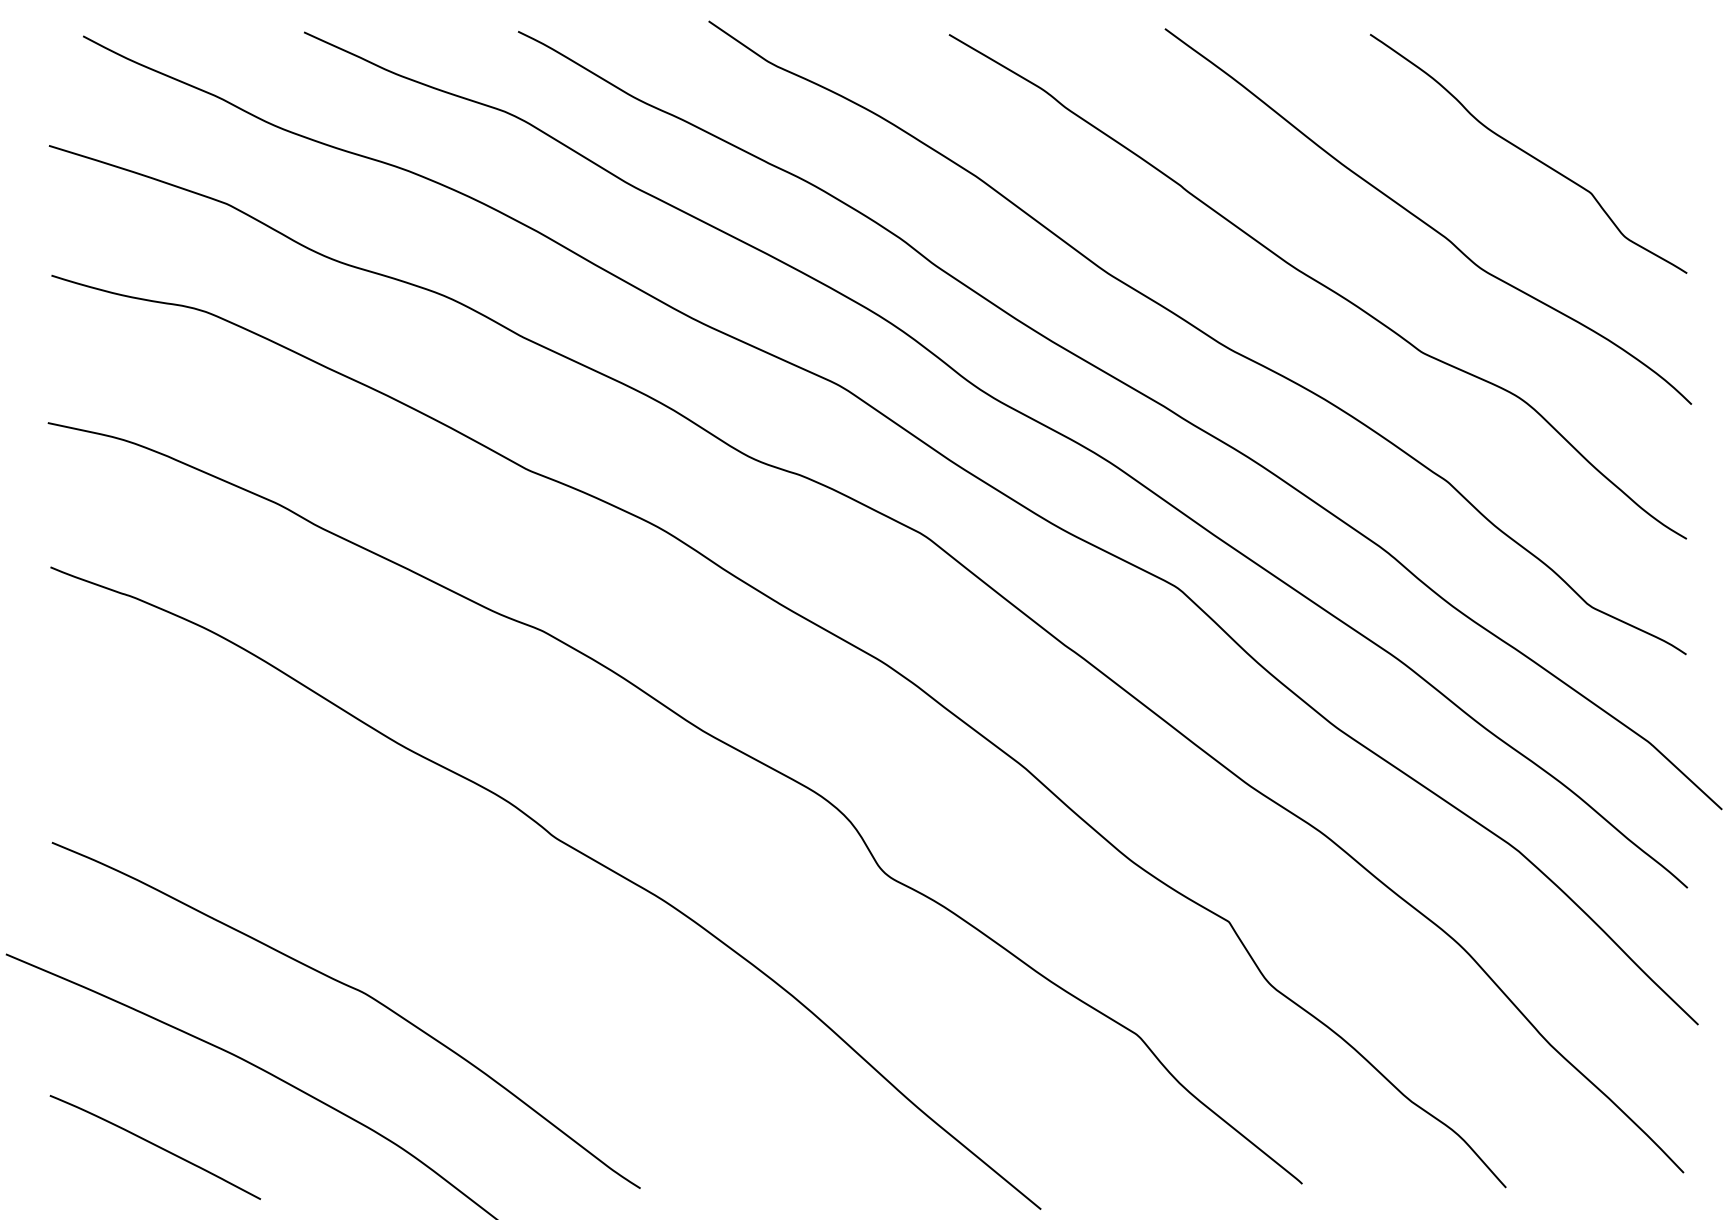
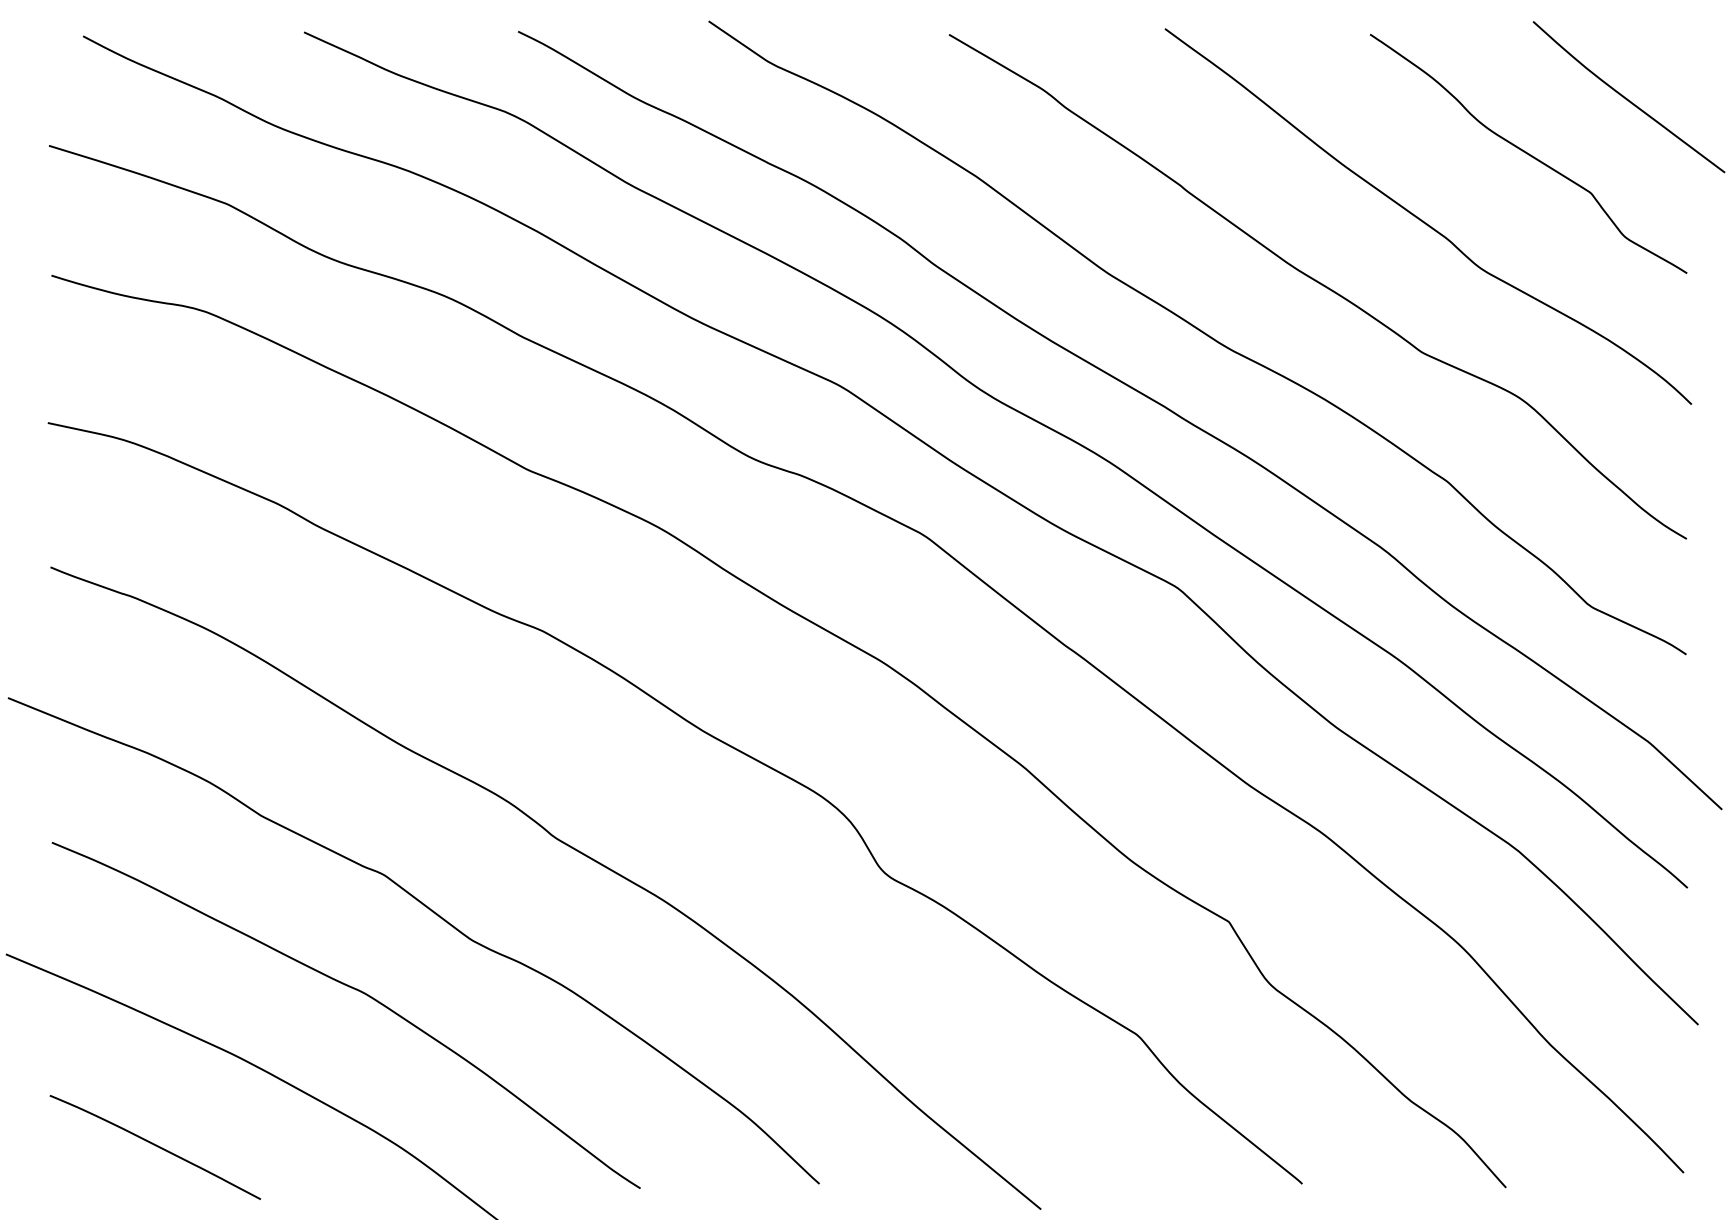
curve at (1627, 98): none -> present
curve at (432, 912): none -> present
